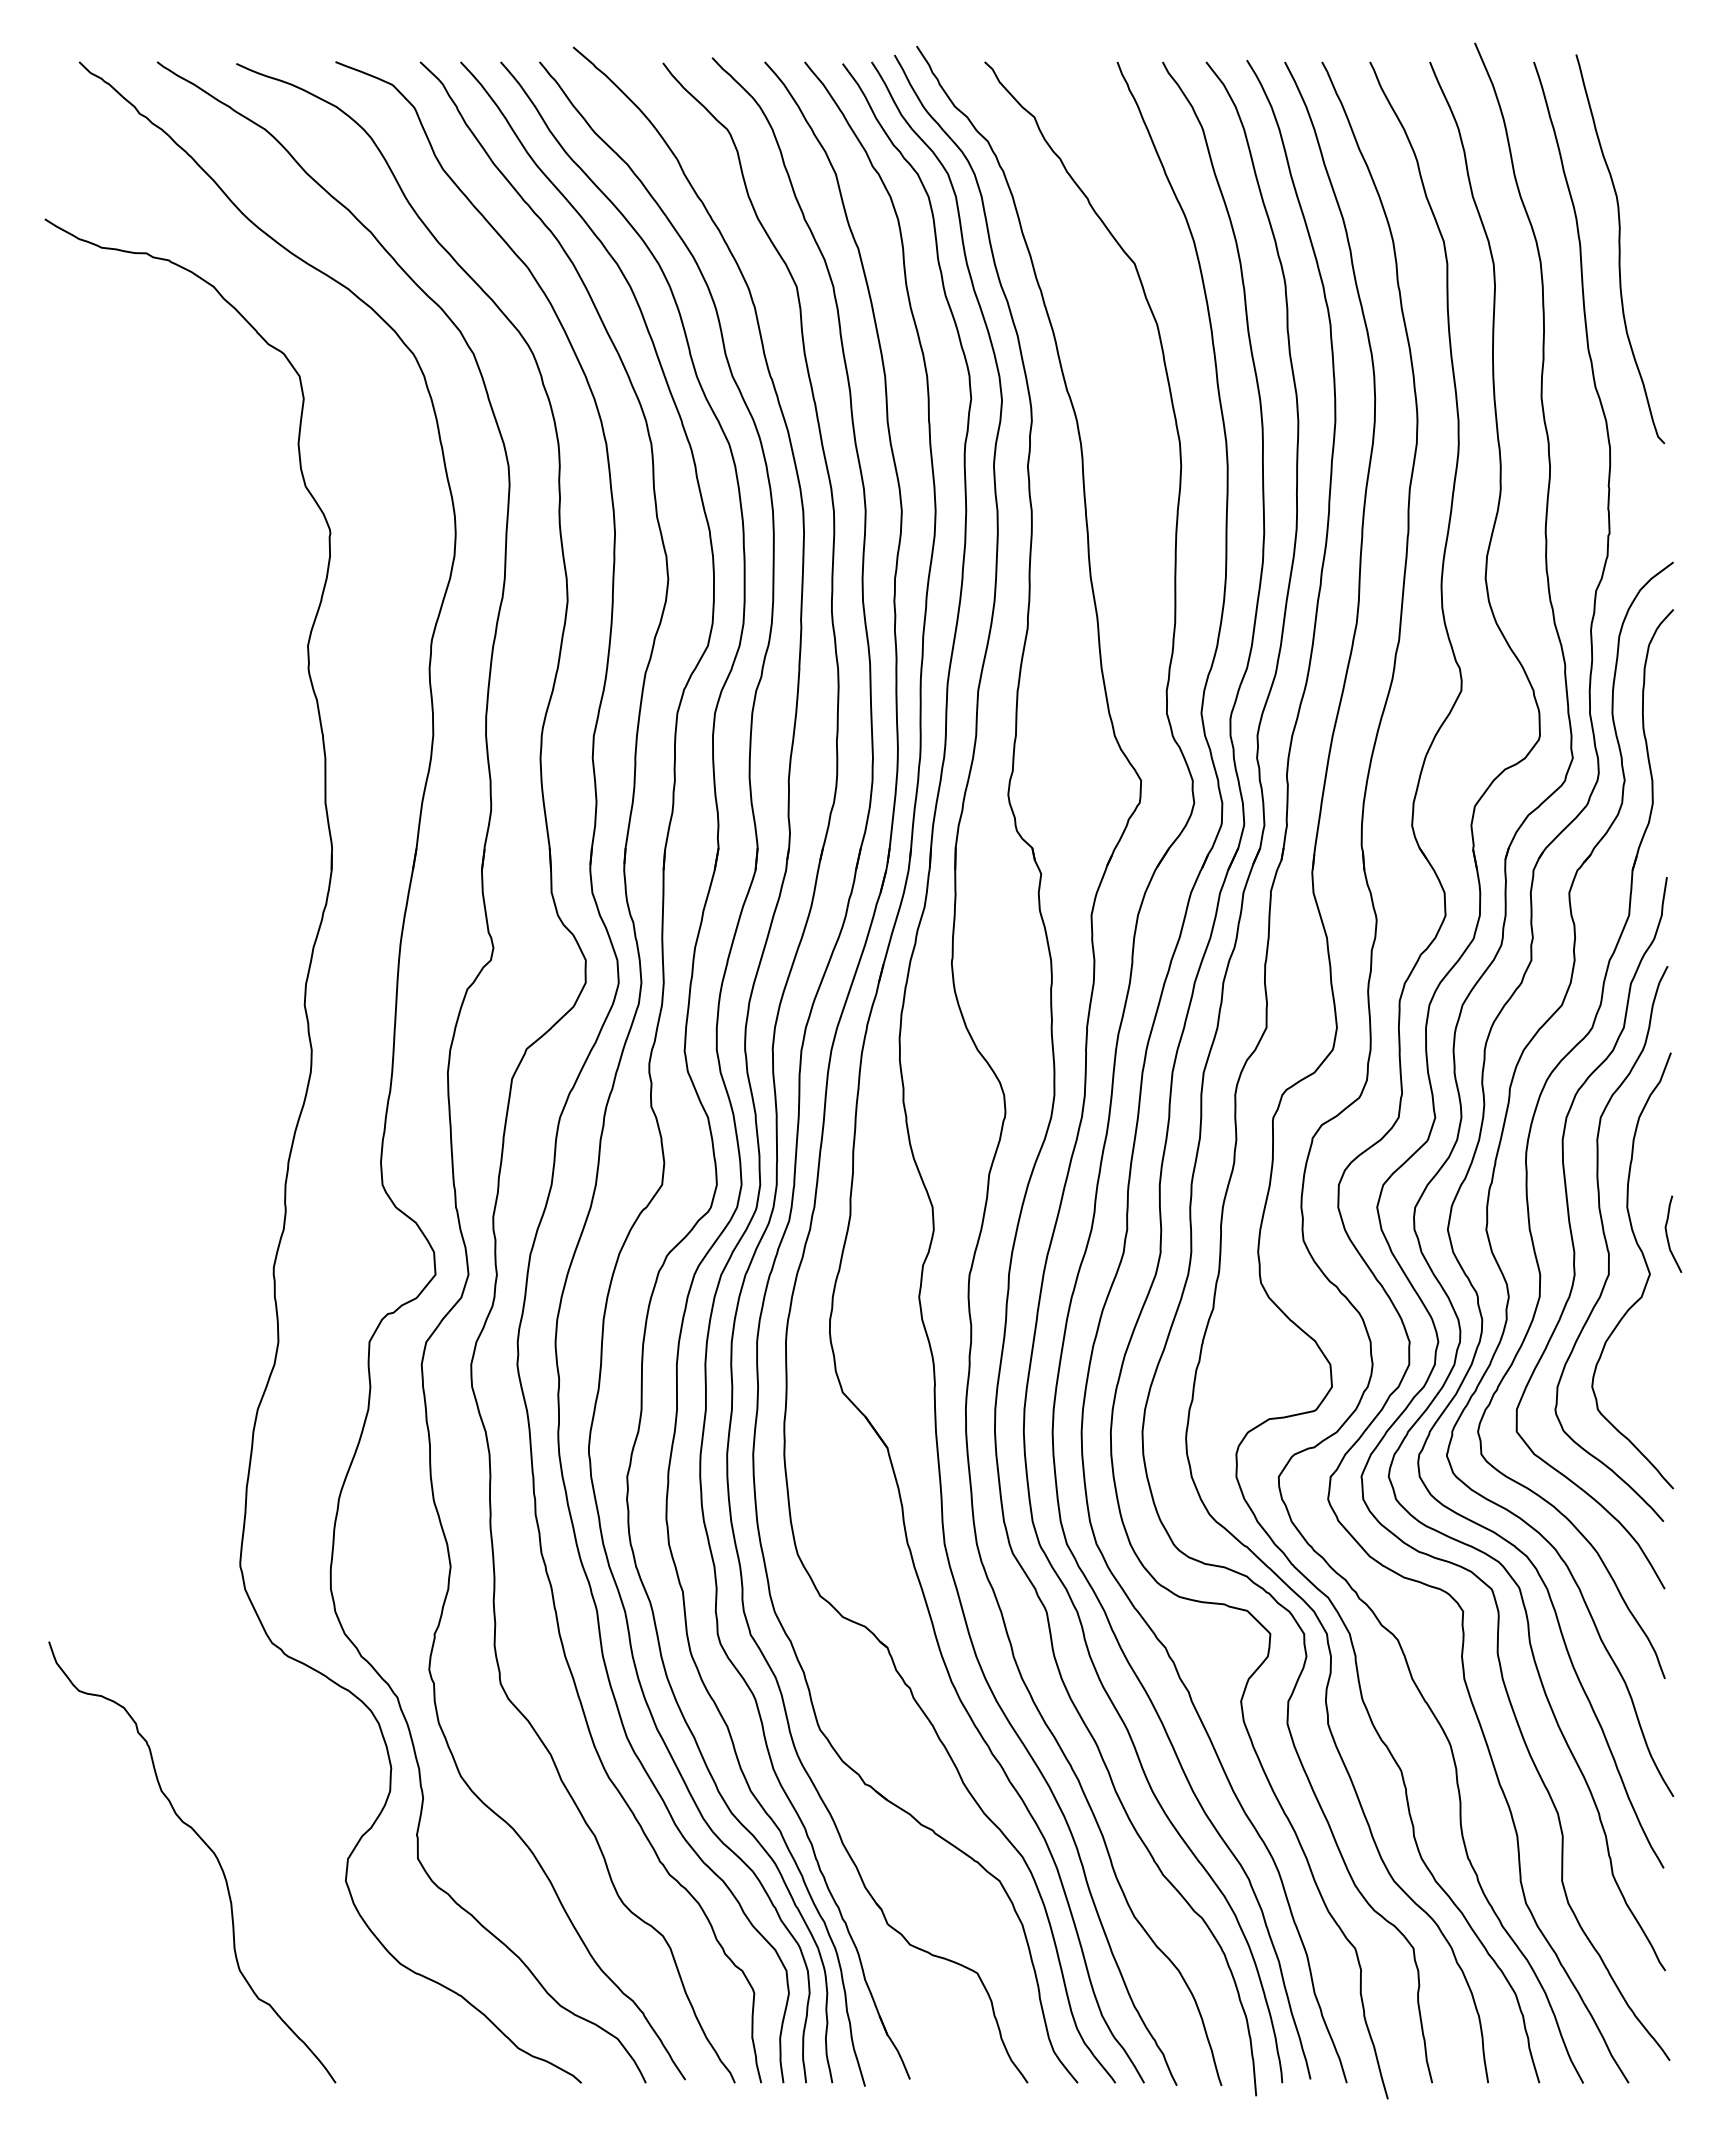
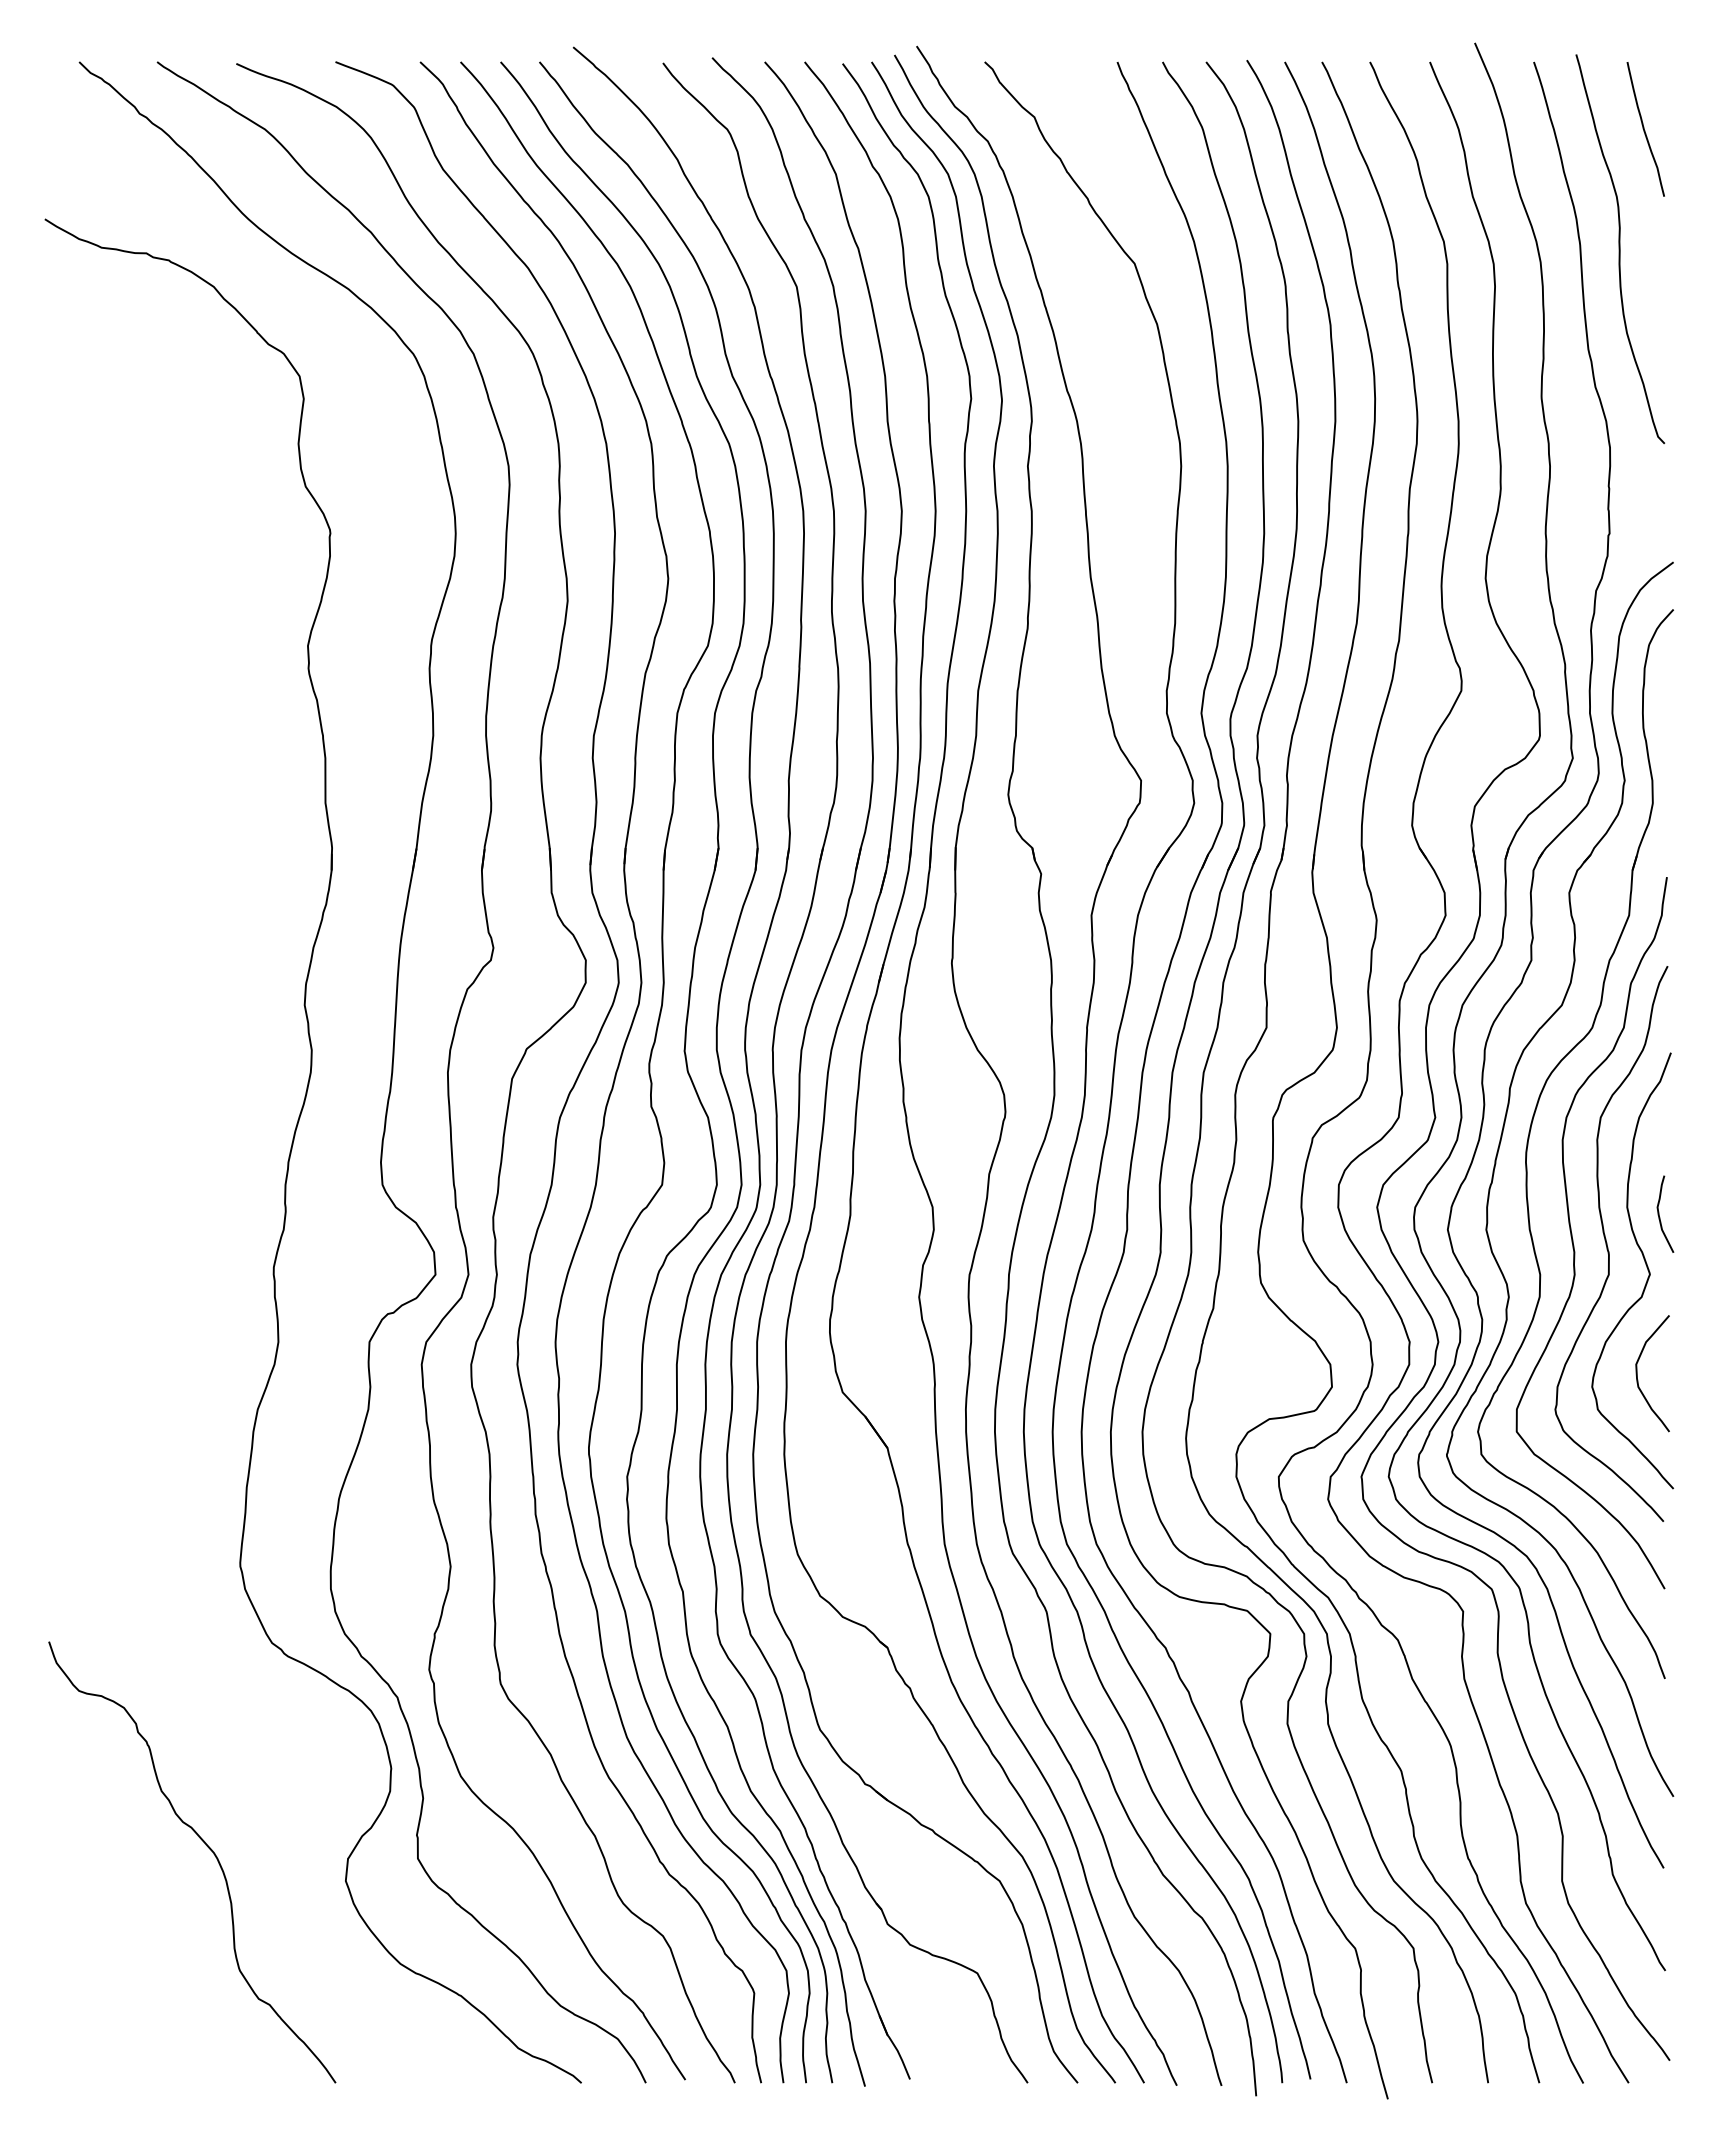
curve at (1644, 129): none -> present
curve at (1667, 1233) position: (1667, 1233) -> (1659, 1213)
curve at (1637, 1373): none -> present
